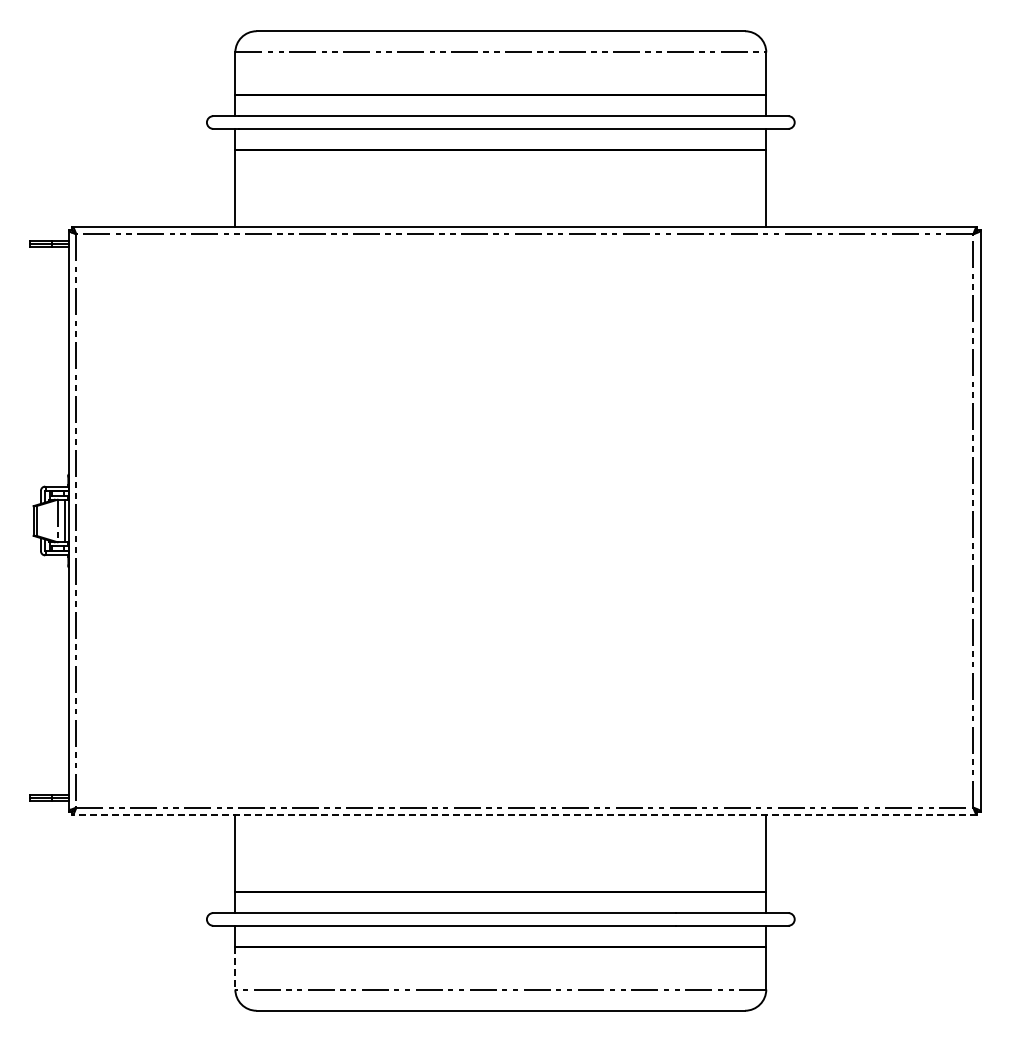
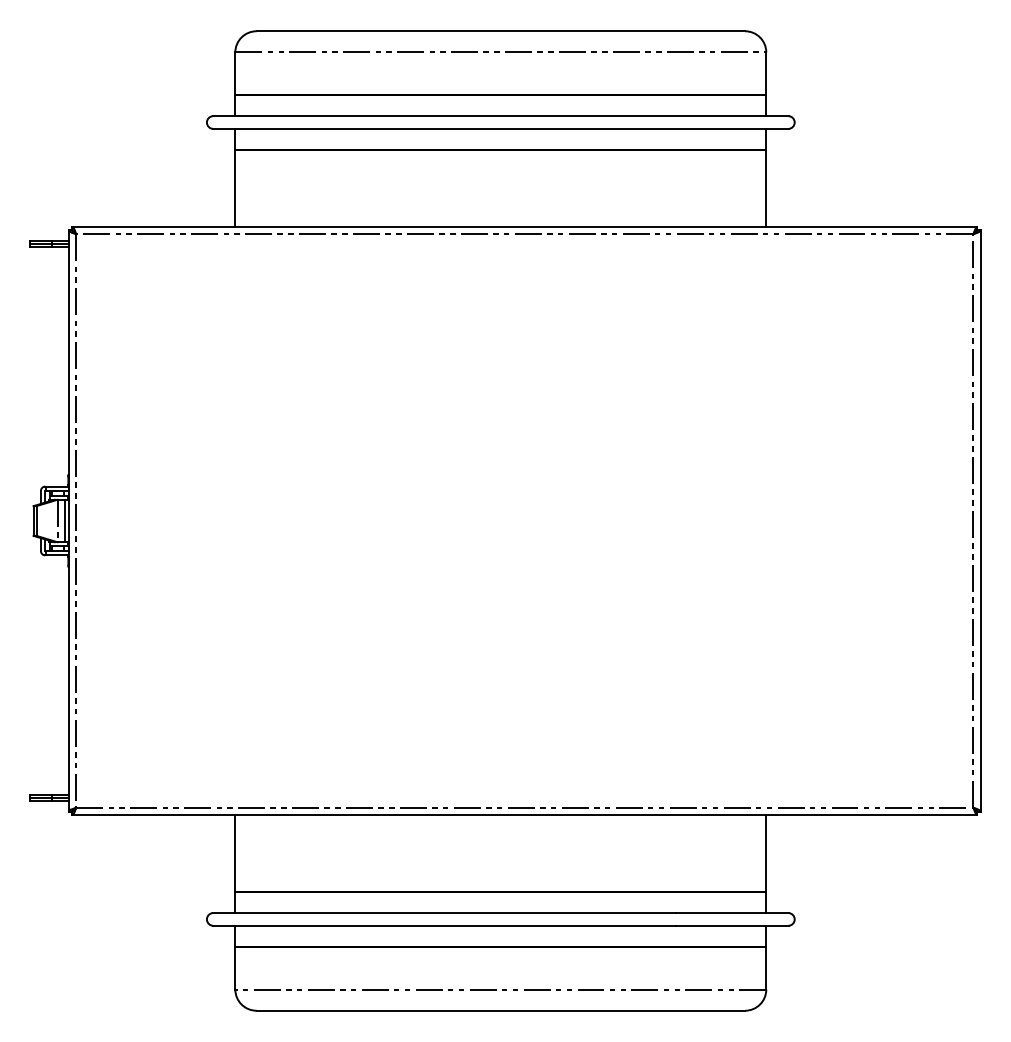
line at (524, 814): dashed -> solid
line at (235, 968): dashed -> solid
